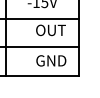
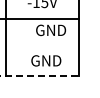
text at (52, 30): OUT -> GND
line at (40, 47): present -> none
text at (51, 60) position: (51, 60) -> (46, 60)
line at (40, 75): solid -> dashed
